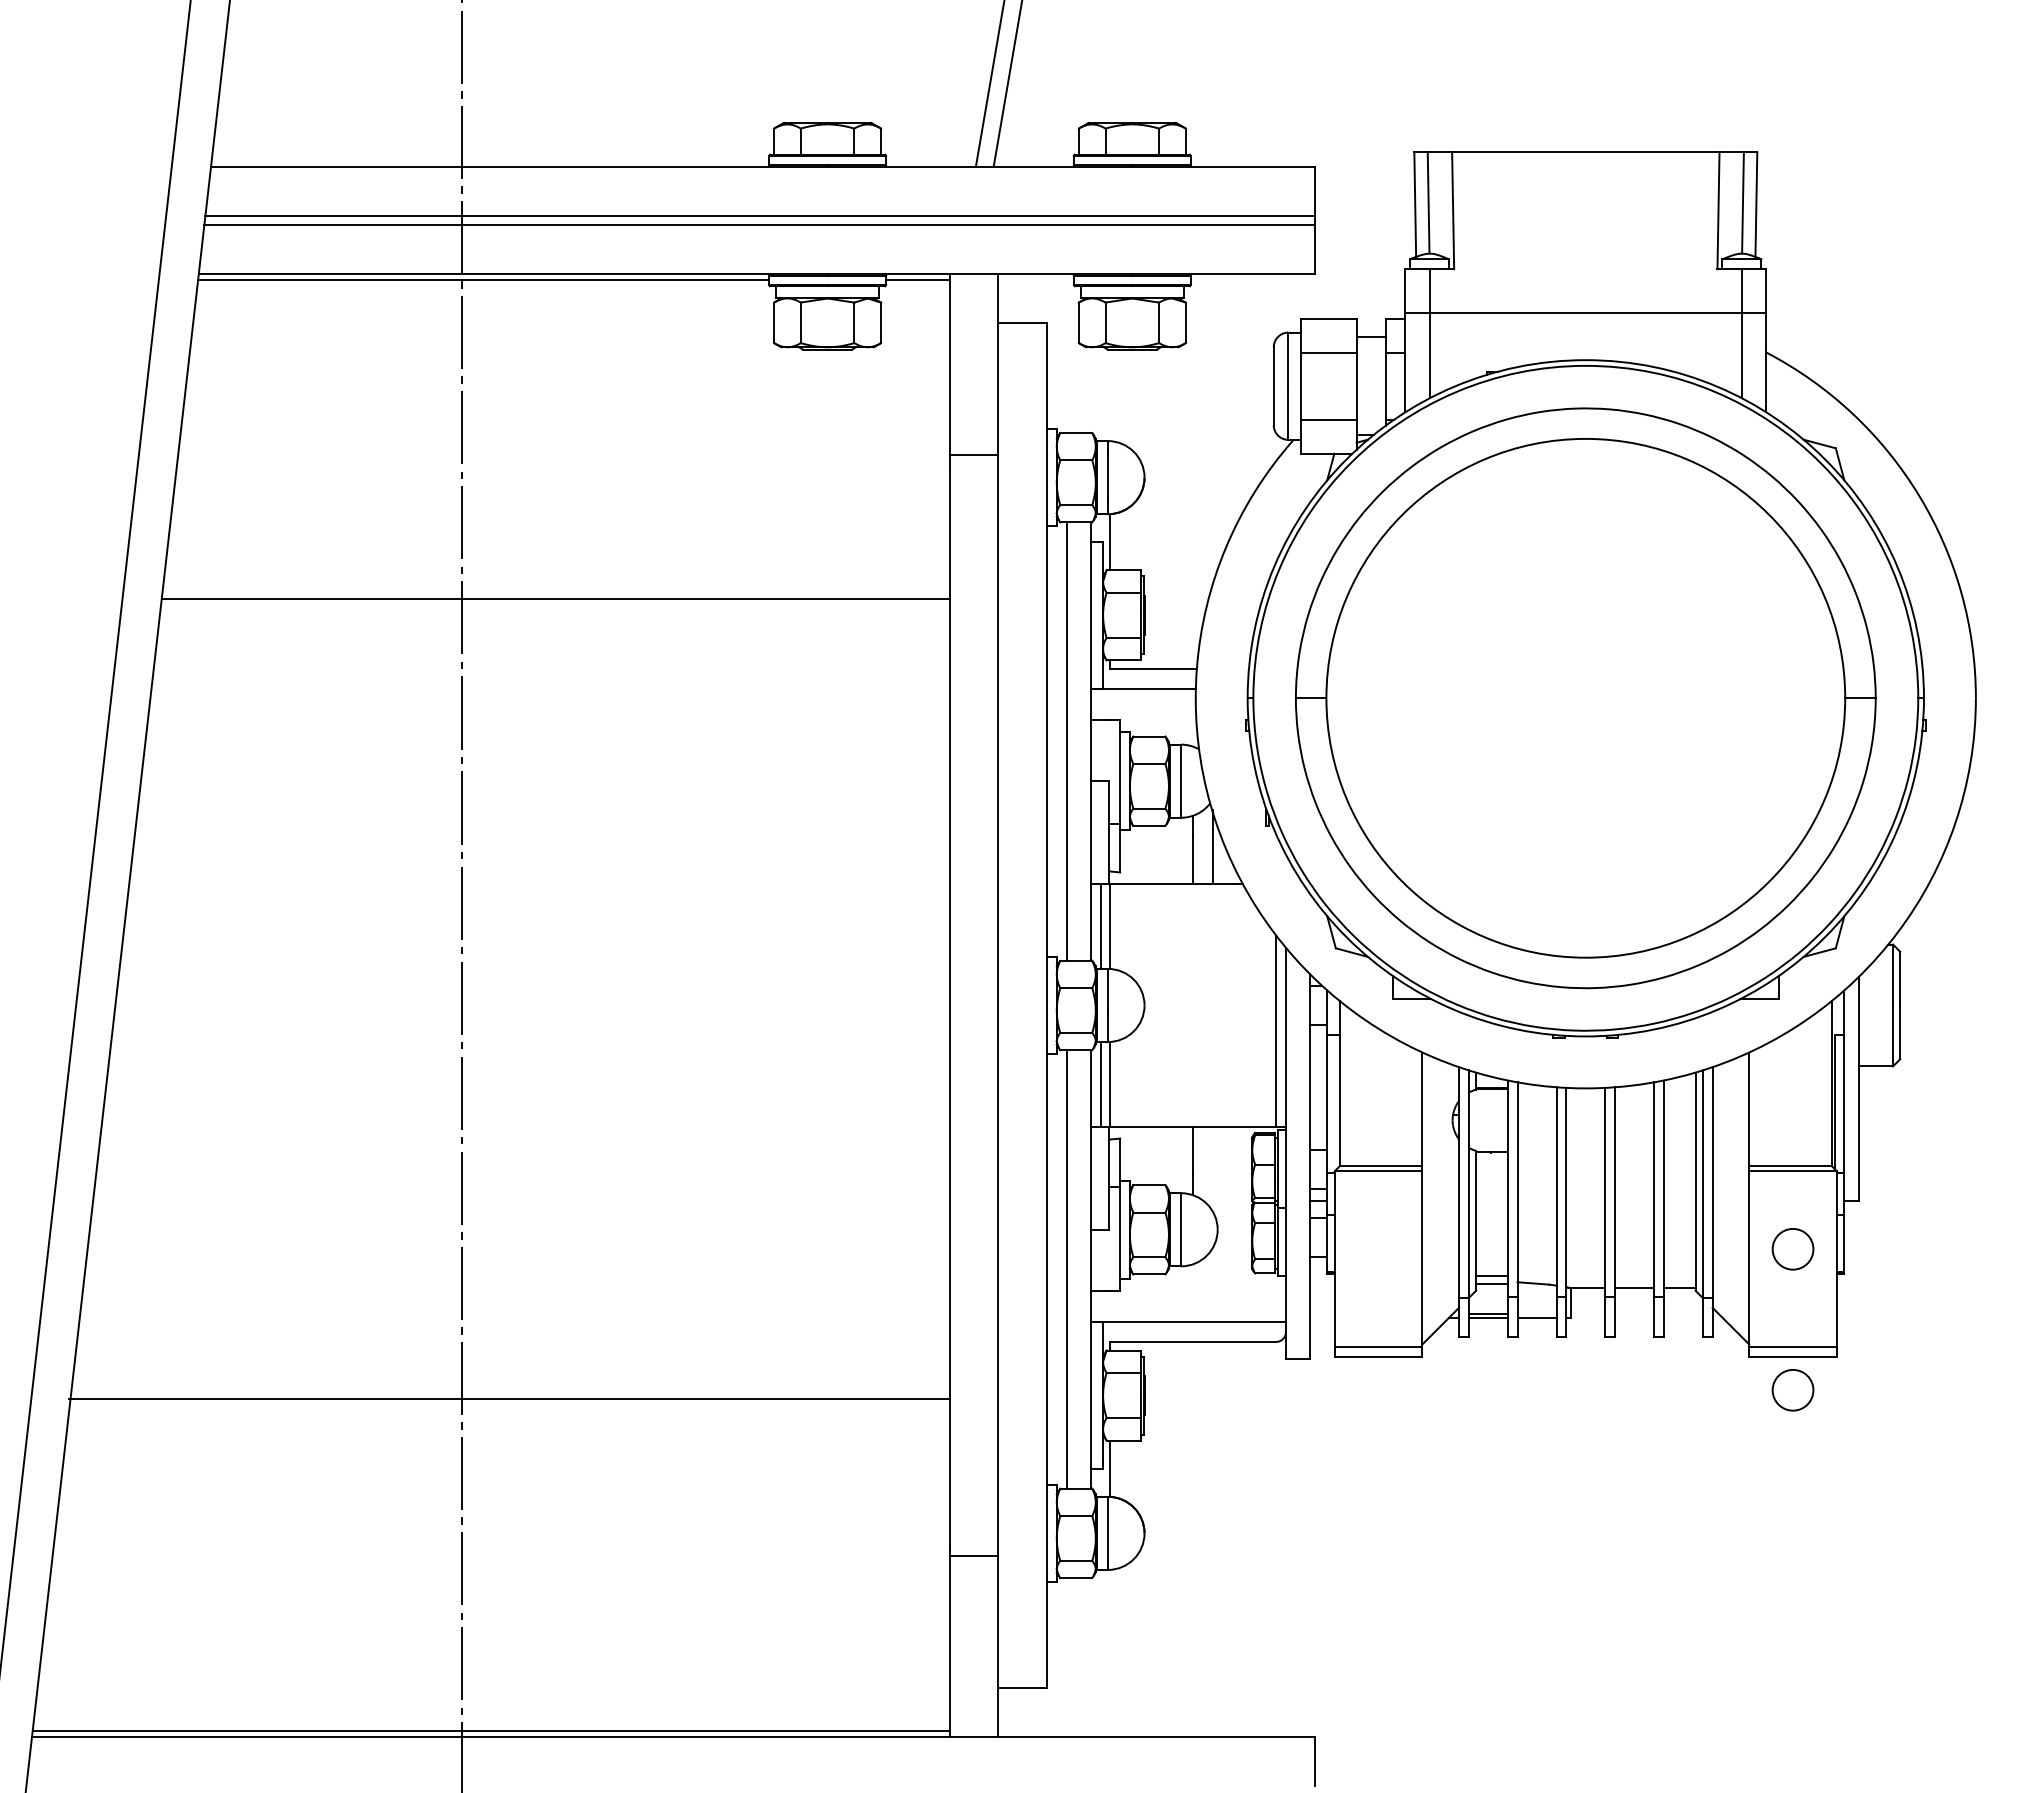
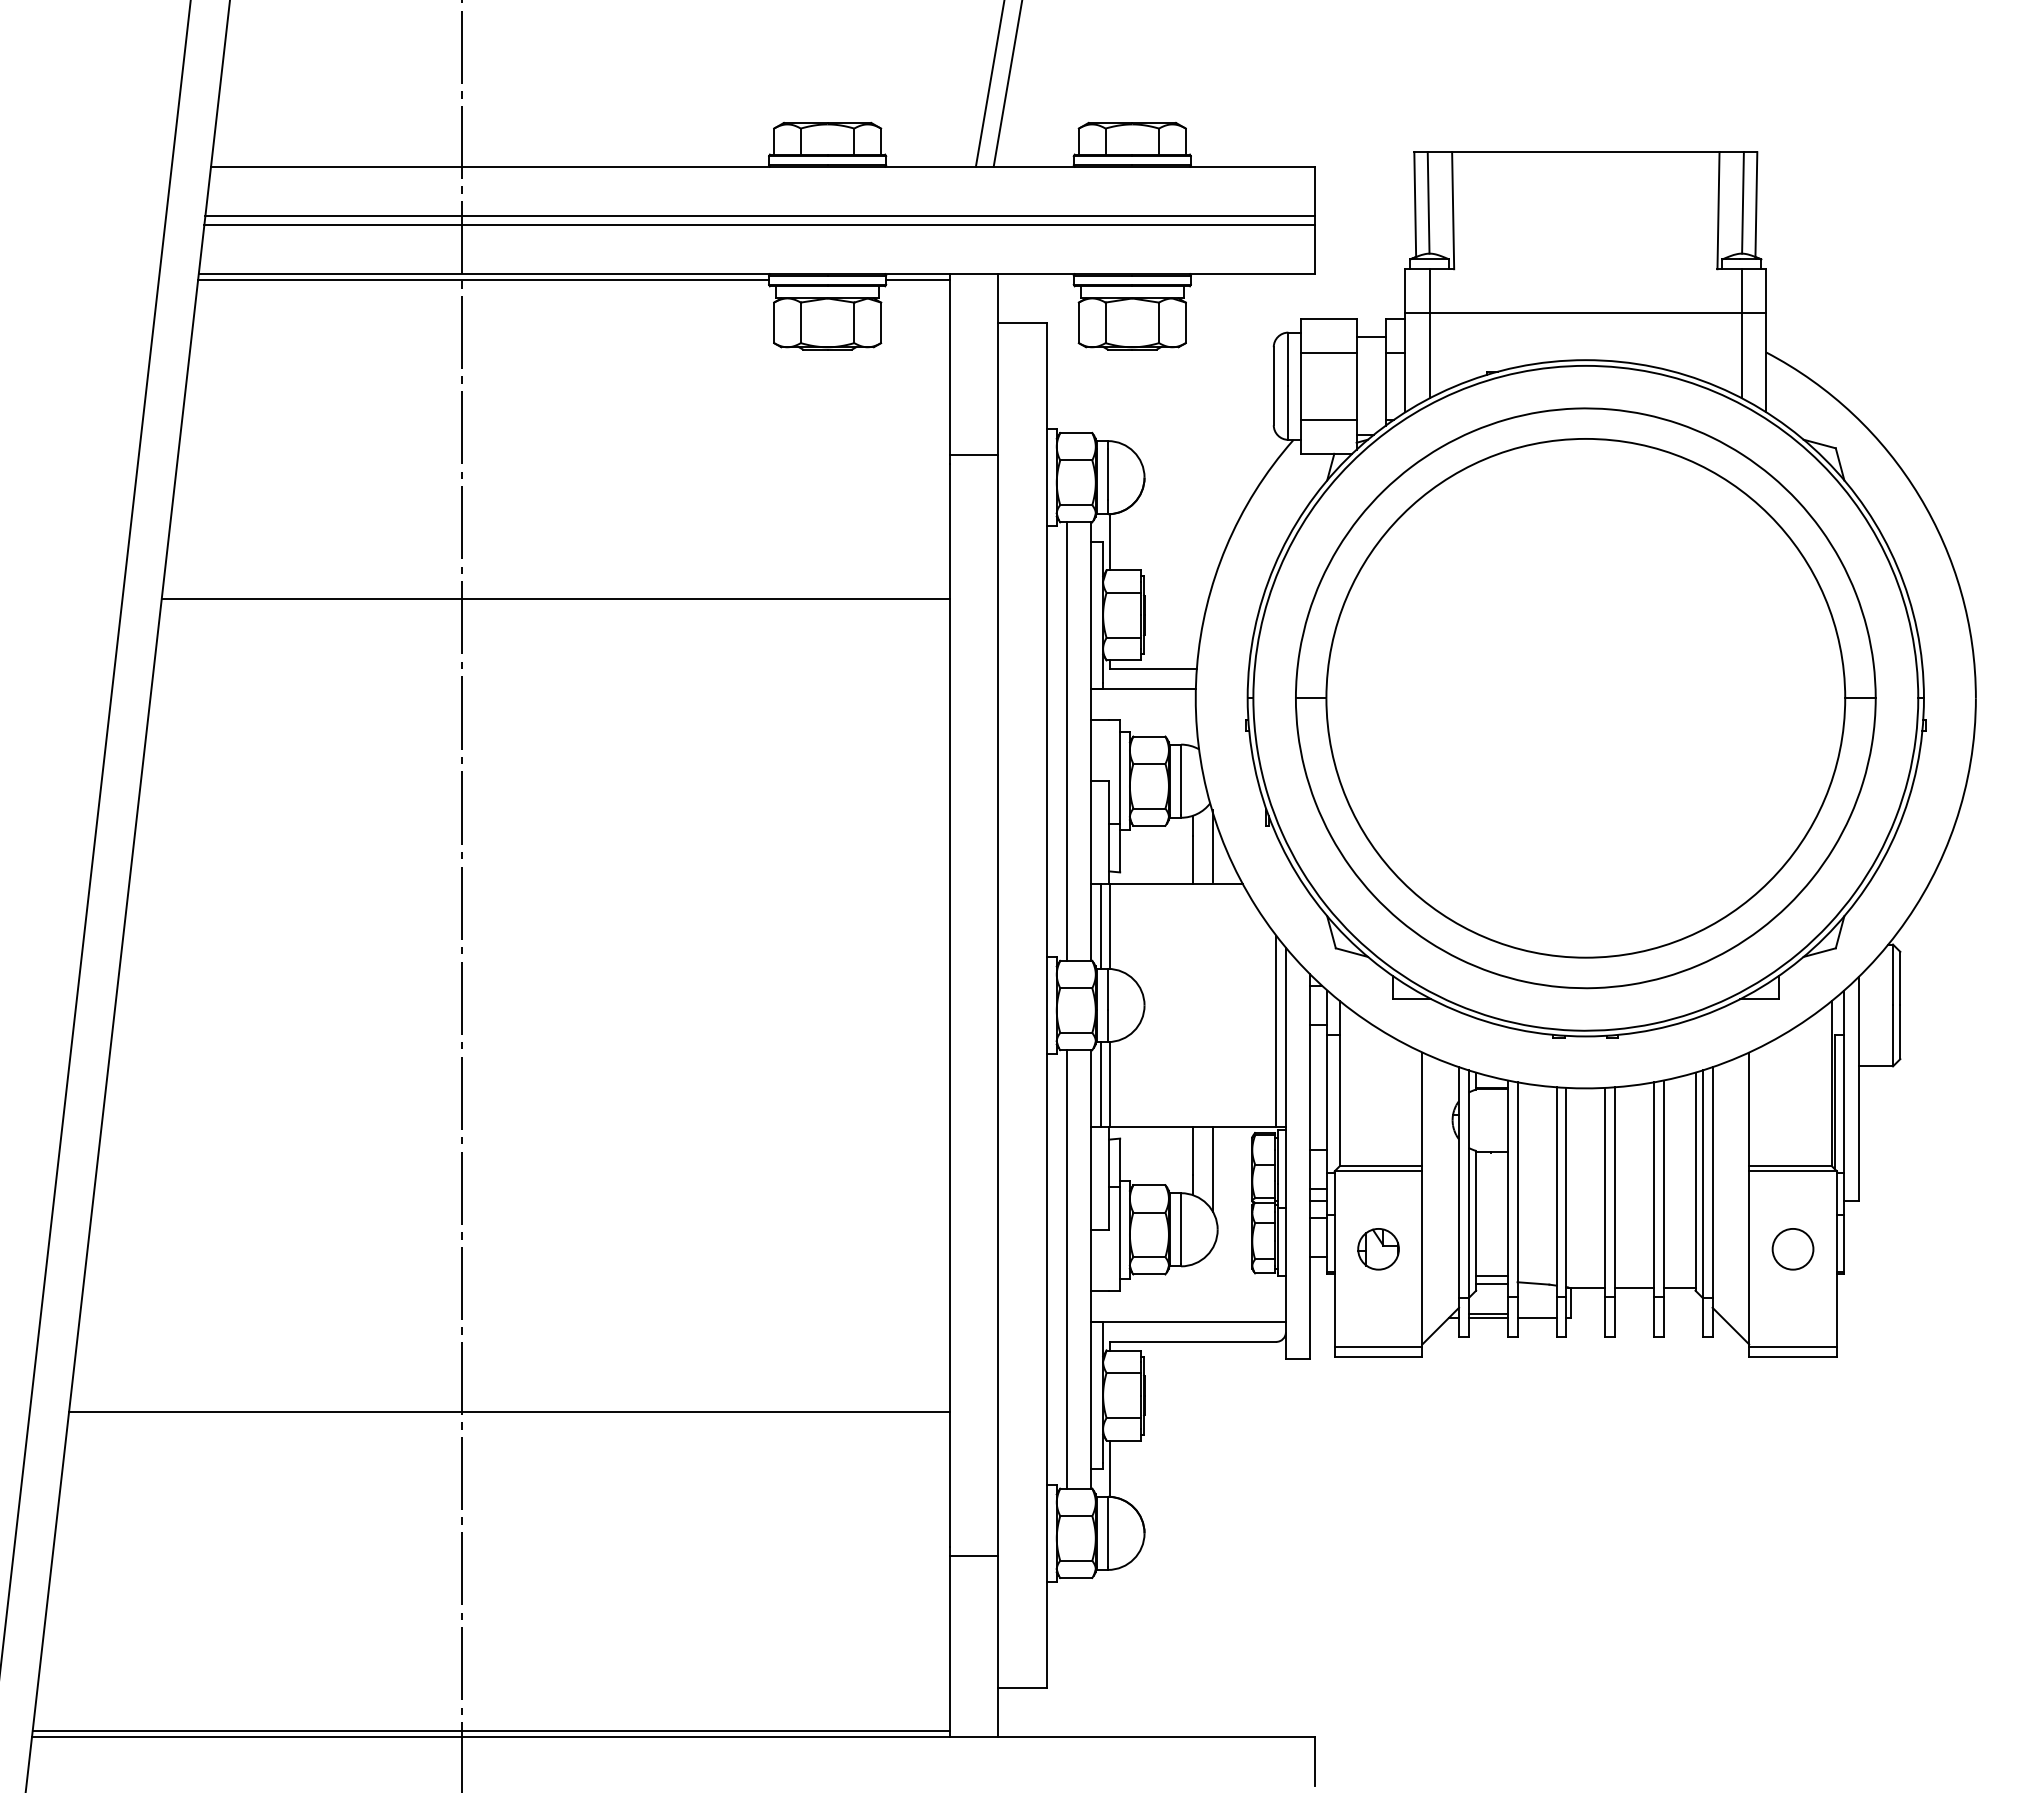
line at (1212, 1169): none -> present
part at (1378, 1249): none -> present
circle at (1792, 1390): present -> none
line at (509, 1398) position: (509, 1398) -> (509, 1411)
